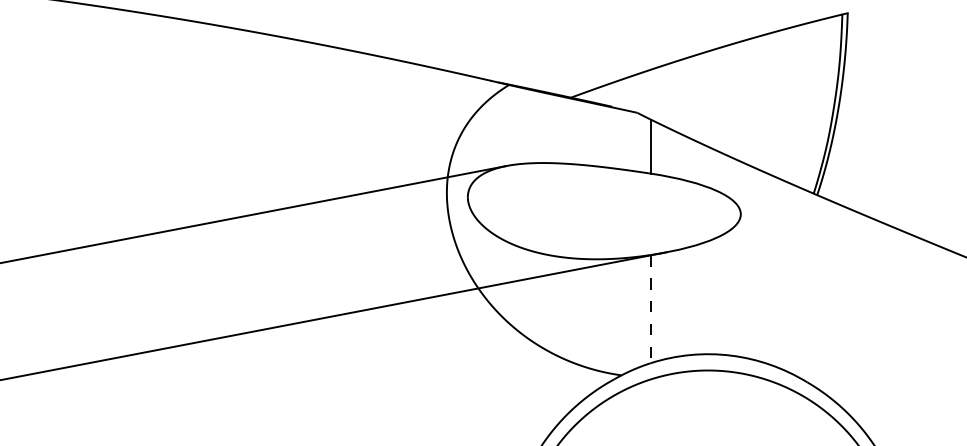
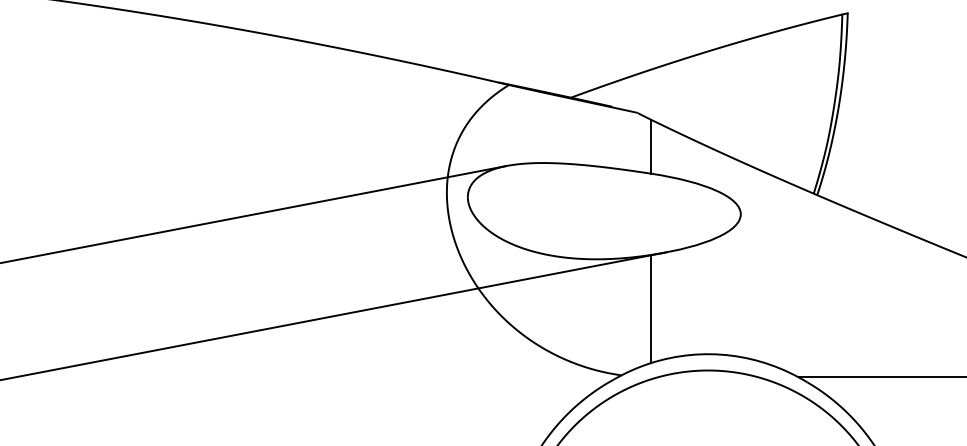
line at (650, 309): dashed -> solid
line at (880, 377): none -> present
